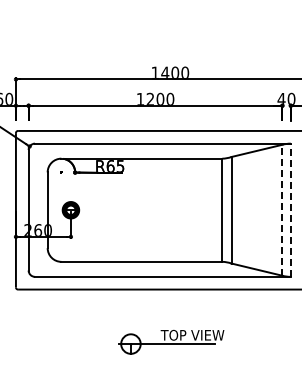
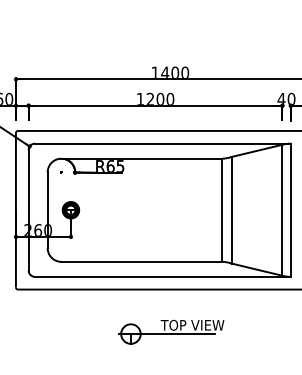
line at (282, 209): dashed -> solid
line at (290, 210): dashed -> solid
part at (171, 341) position: (171, 341) -> (171, 331)
